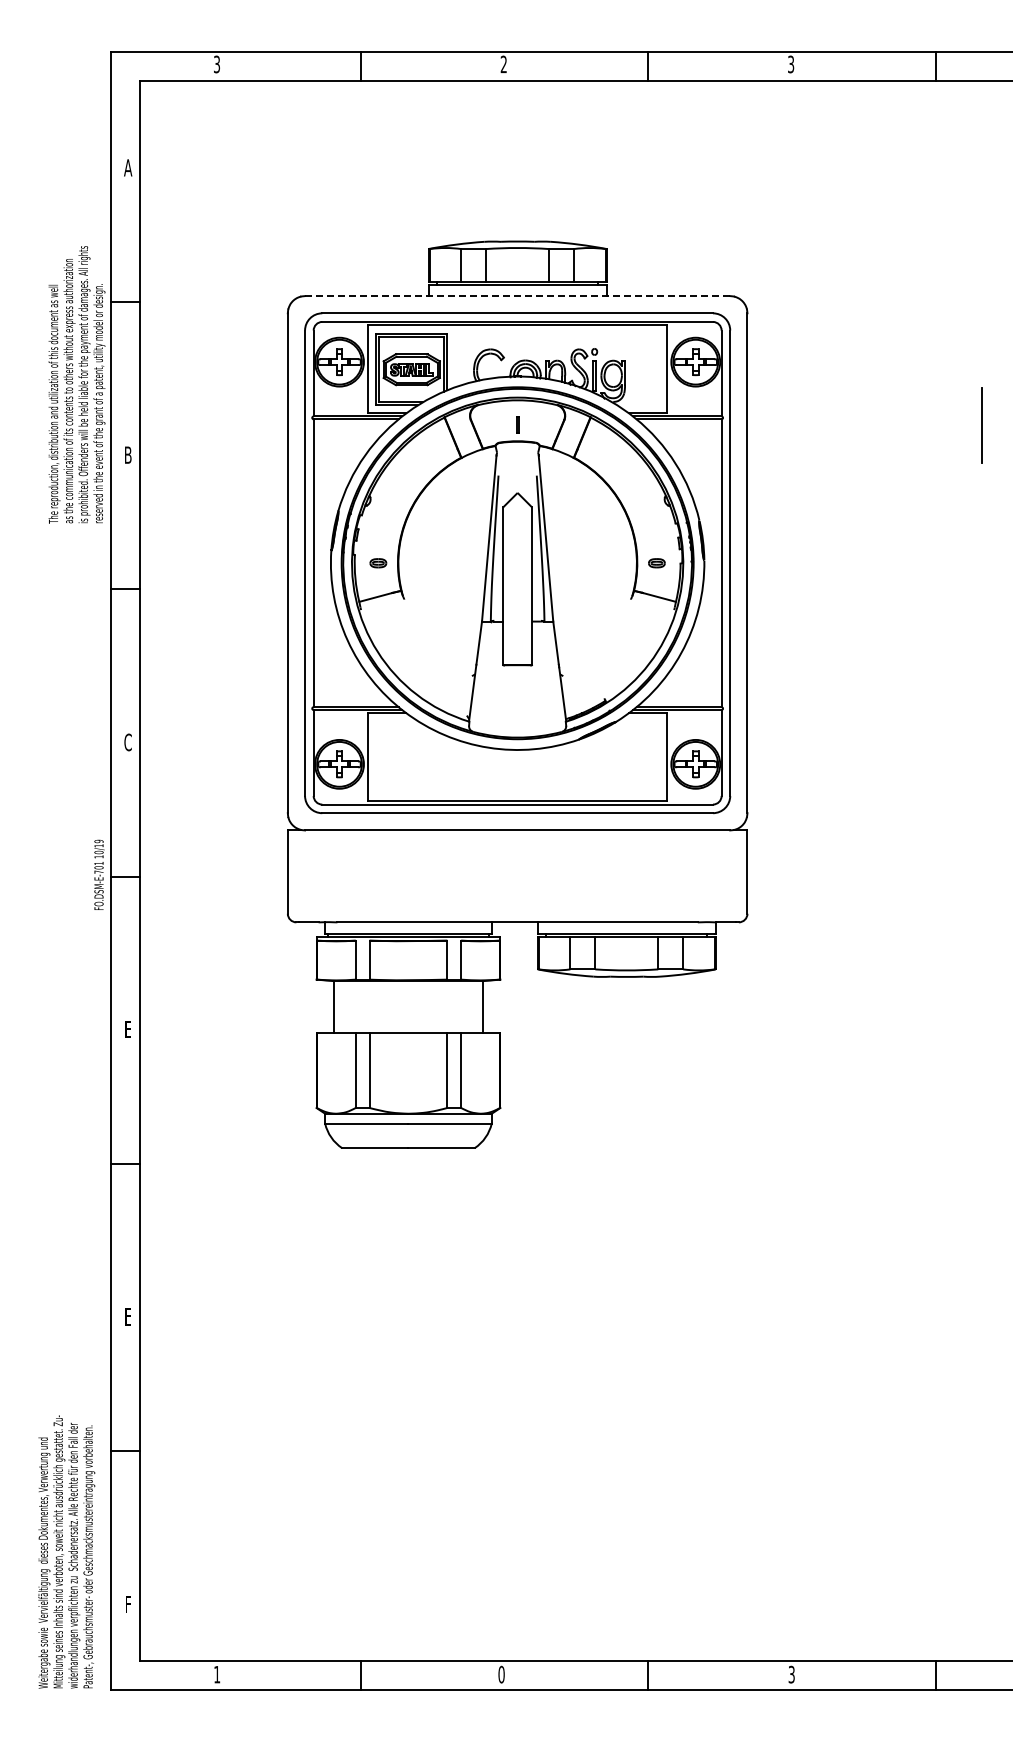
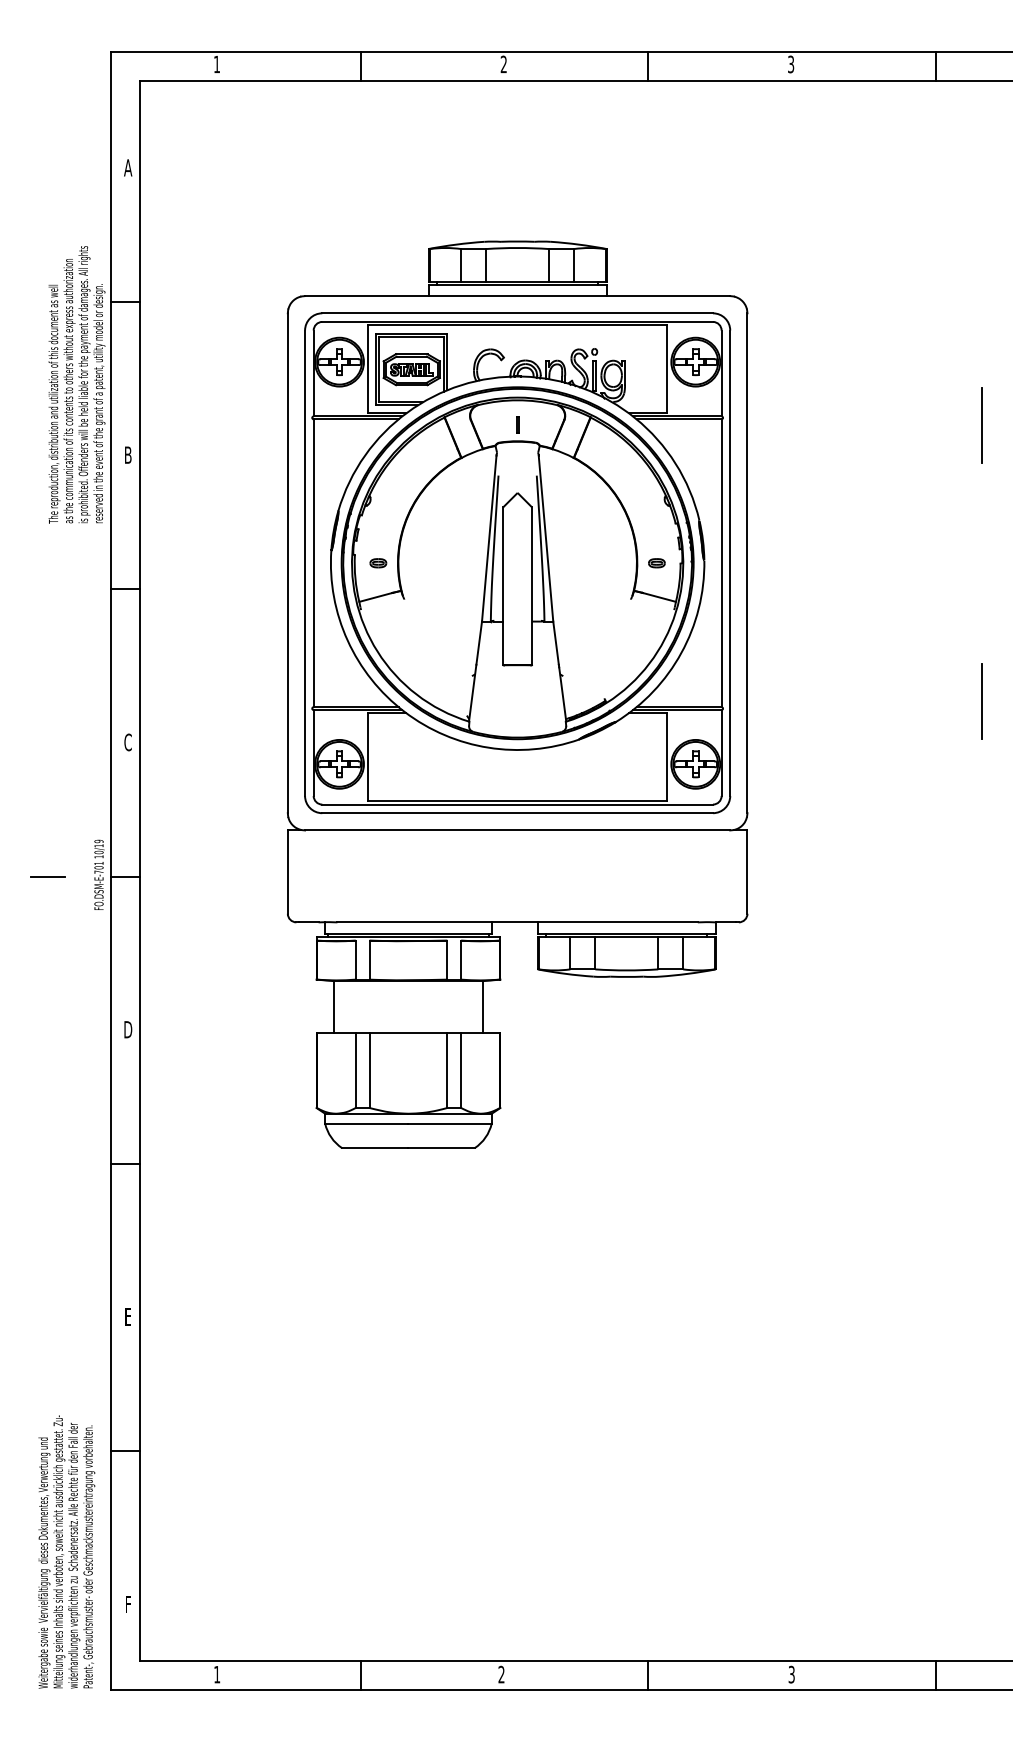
text at (216, 64): 3 -> 1
line at (517, 296): dashed -> solid
line at (982, 700): none -> present
line at (47, 876): none -> present
text at (128, 1029): E -> D
text at (501, 1674): 0 -> 2
